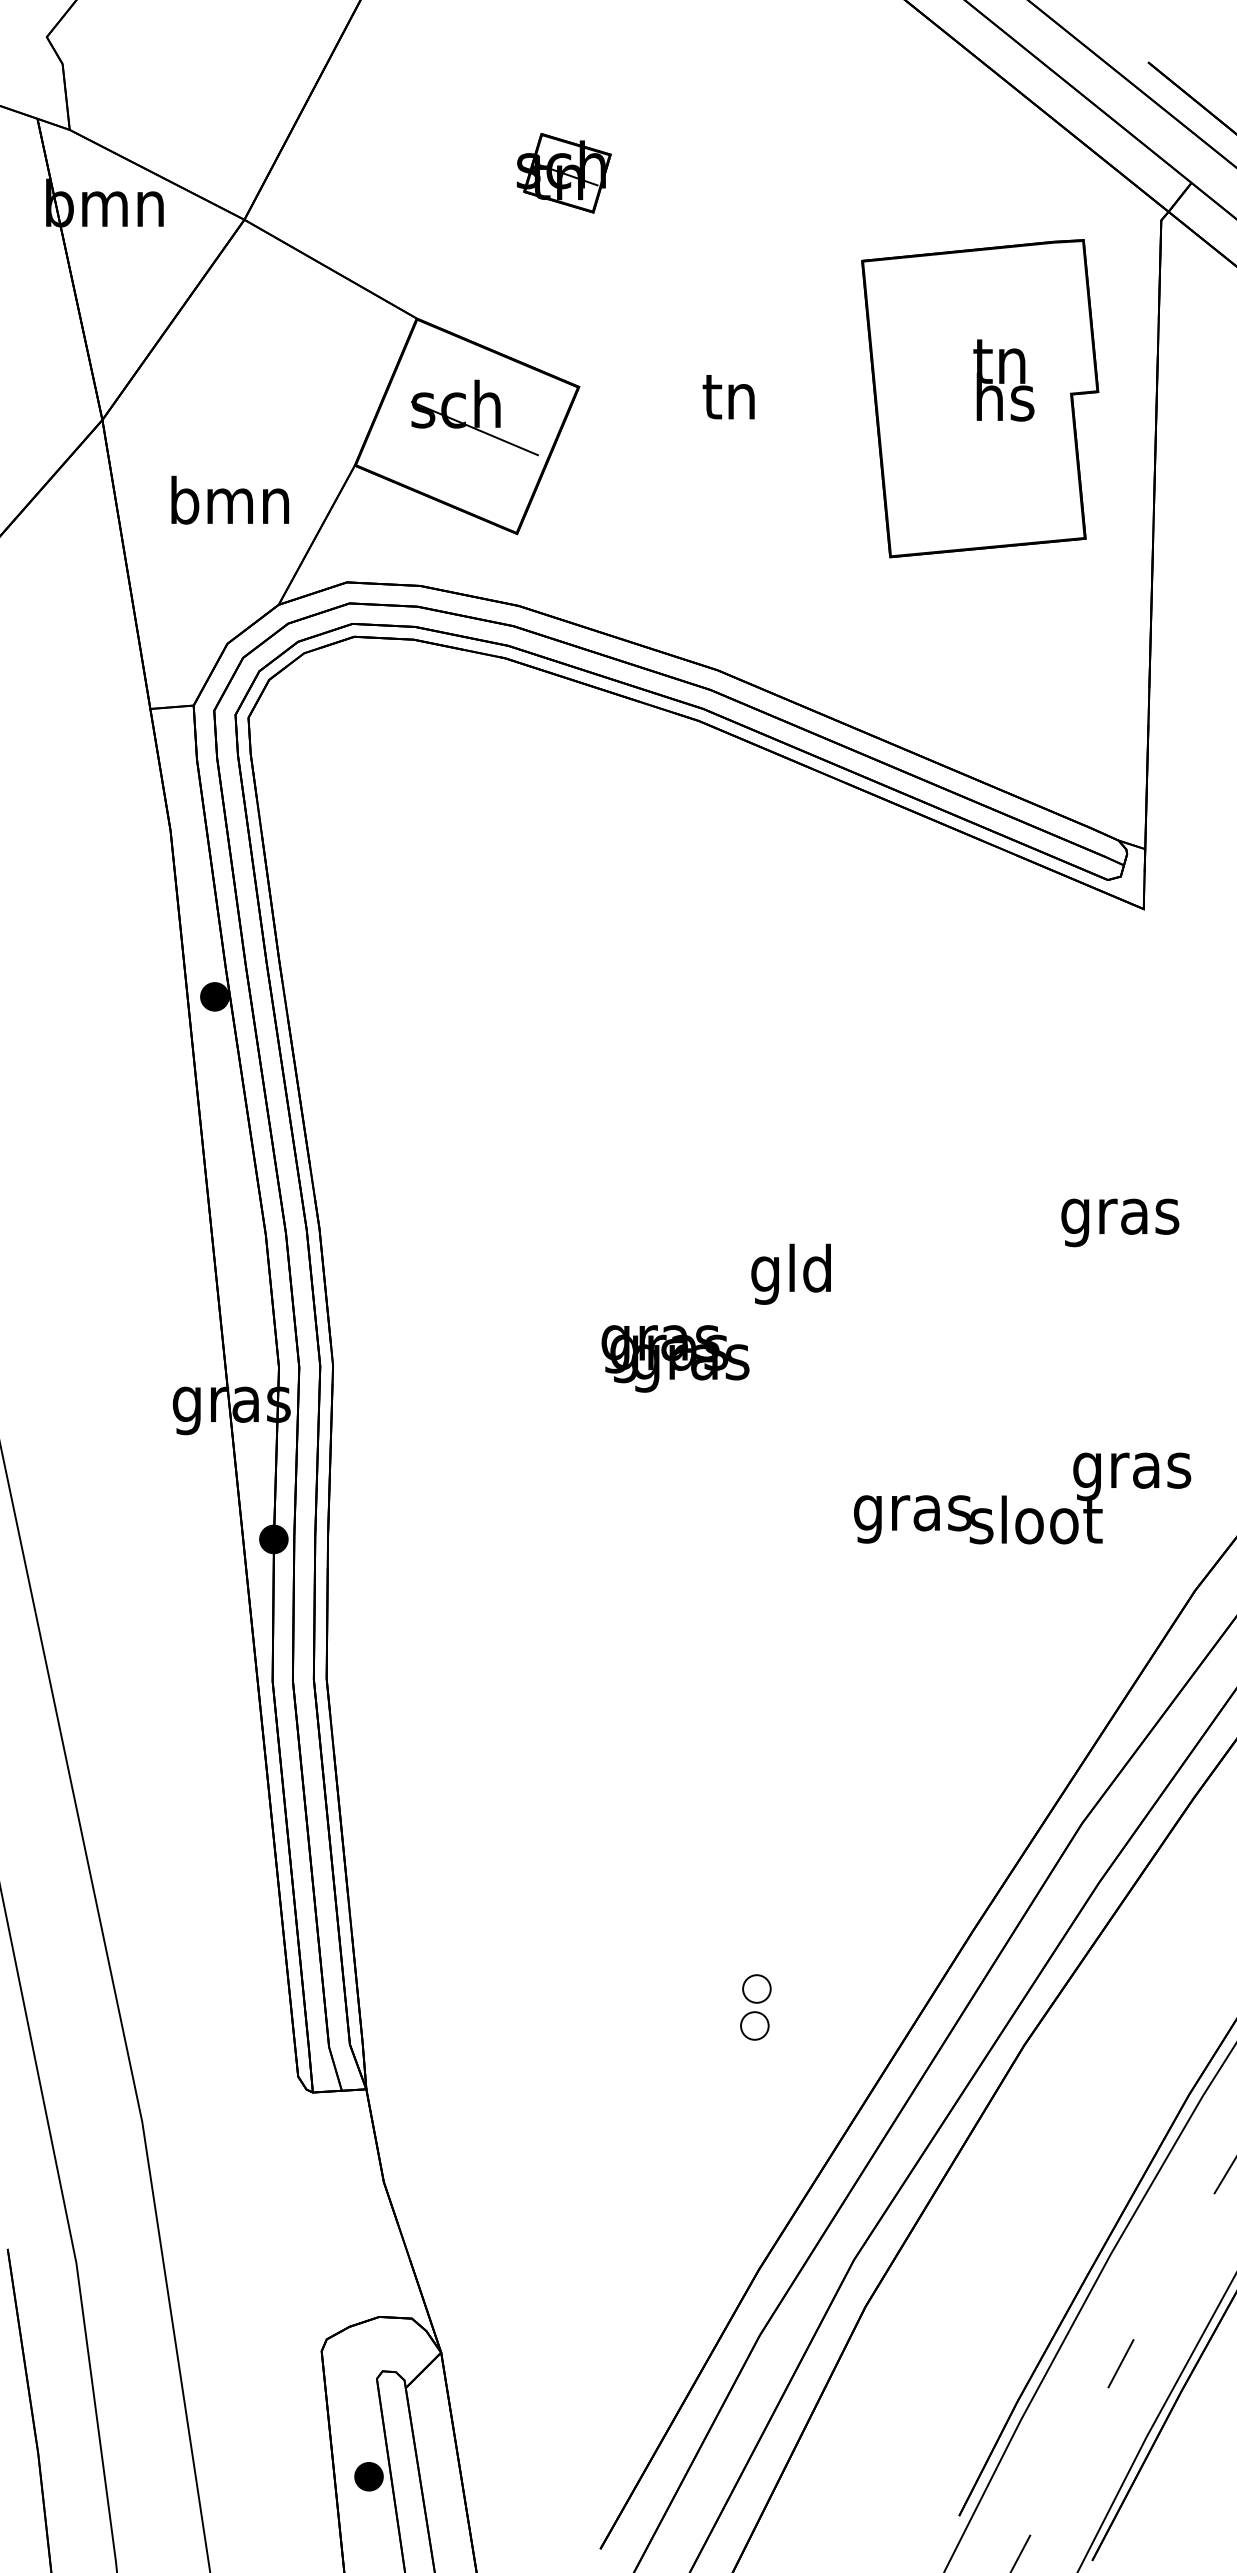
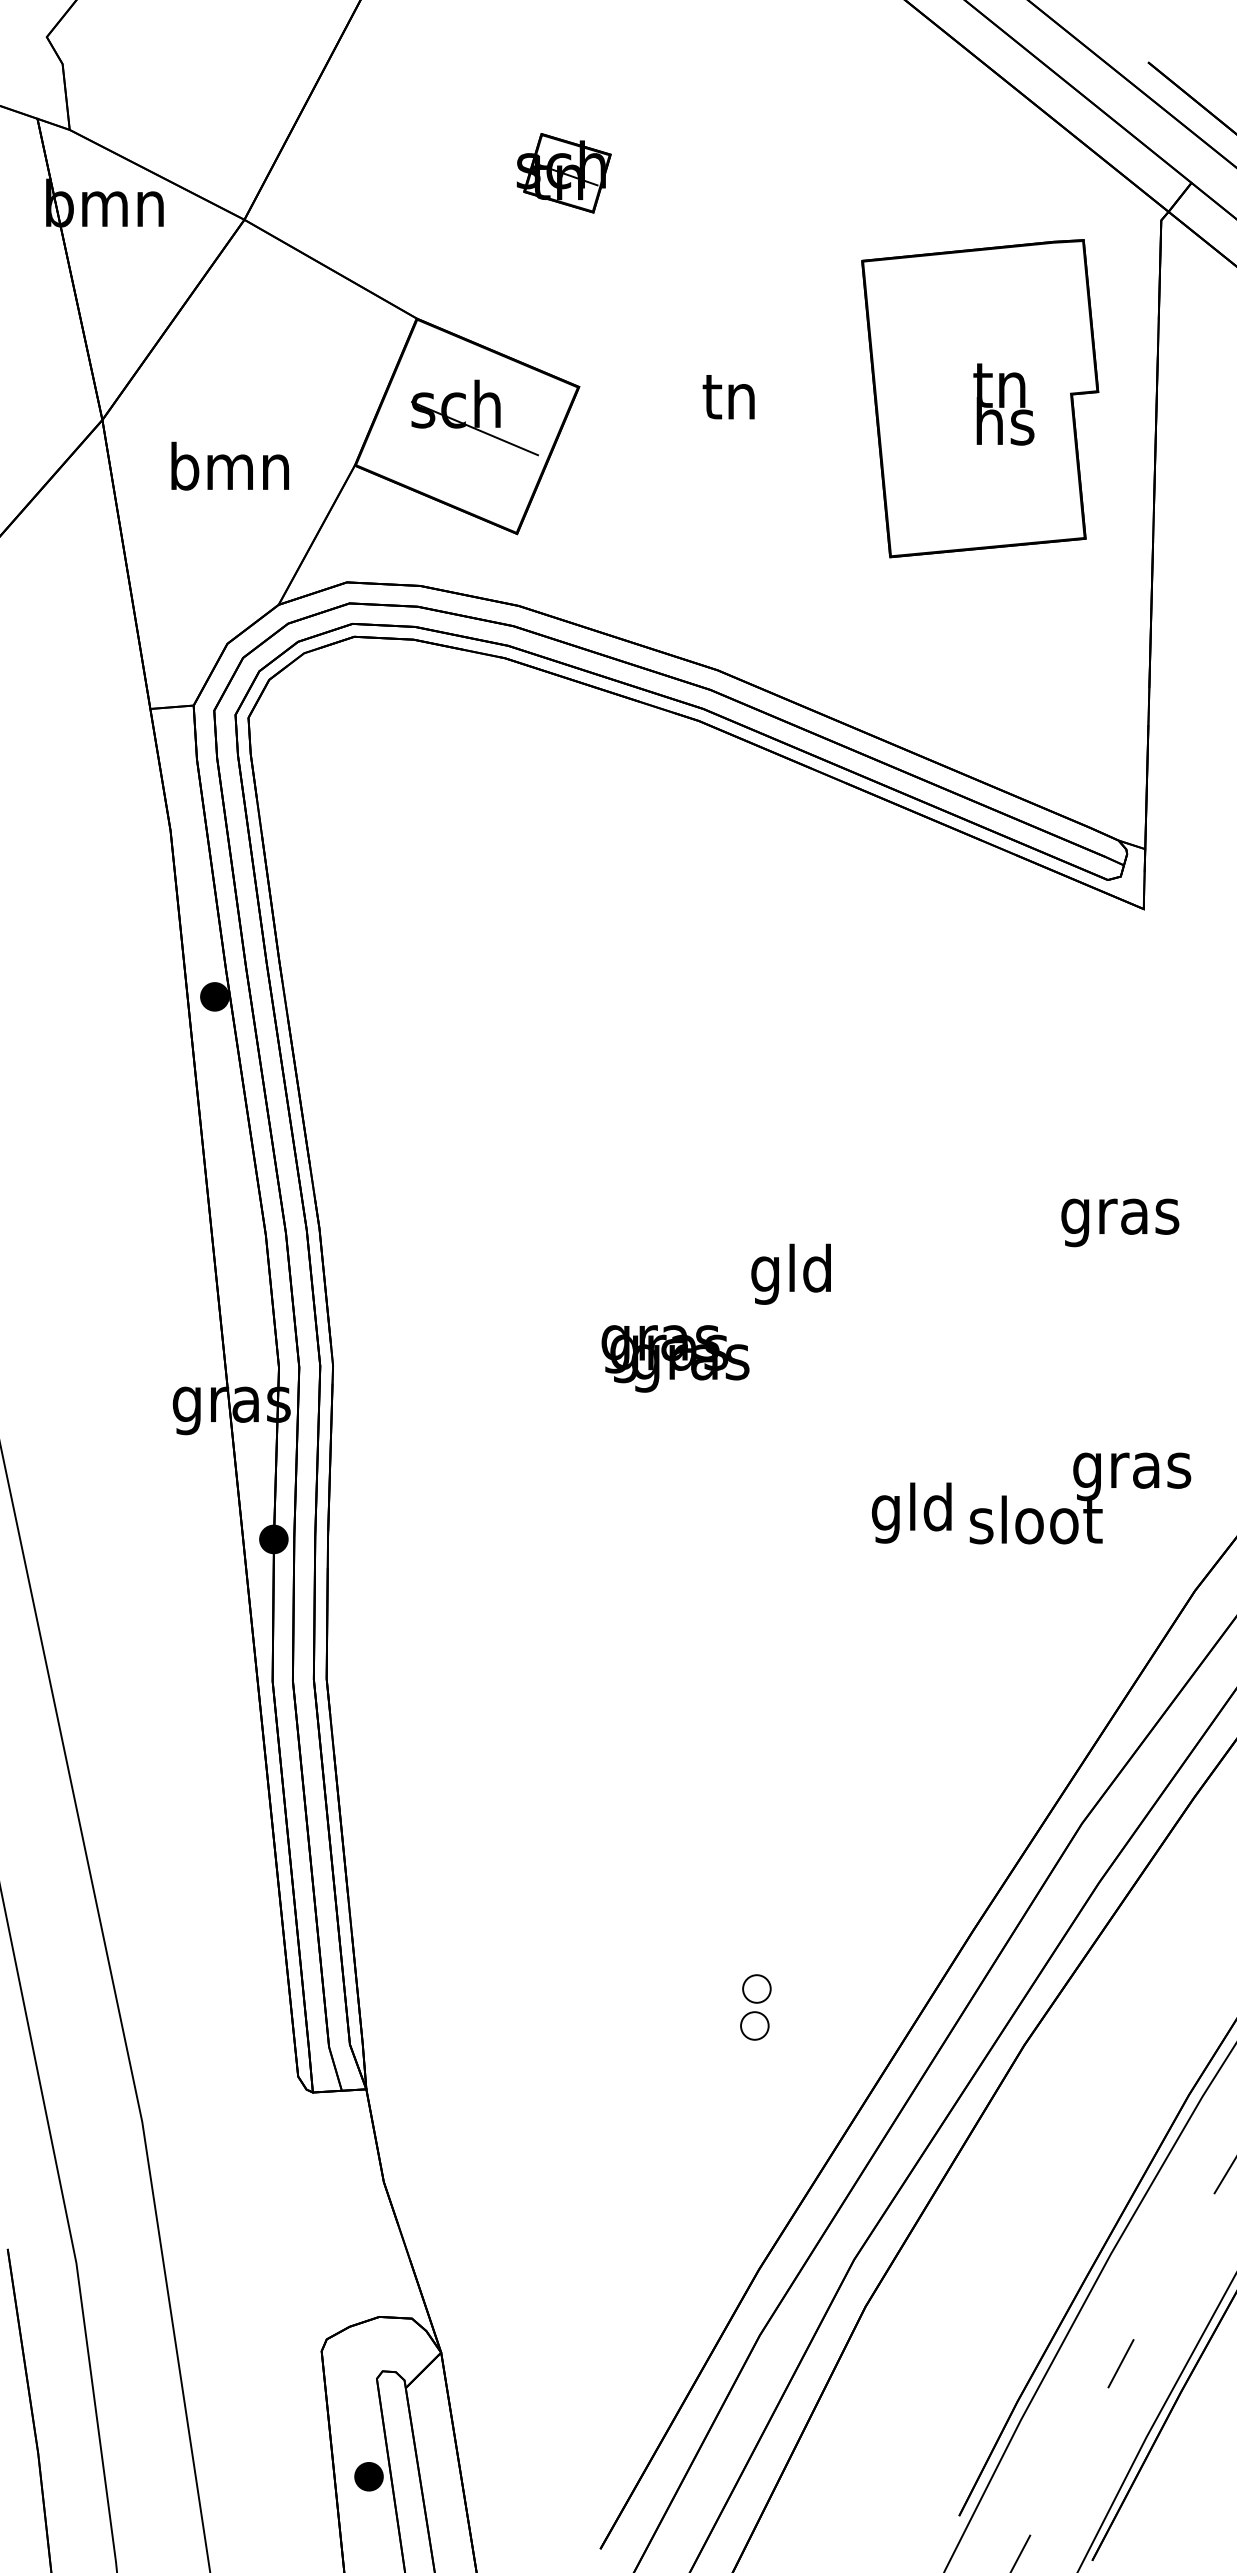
text at (1003, 380) position: (1003, 380) -> (1003, 404)
text at (229, 499) position: (229, 499) -> (229, 465)
text at (912, 1512): gras -> gld
